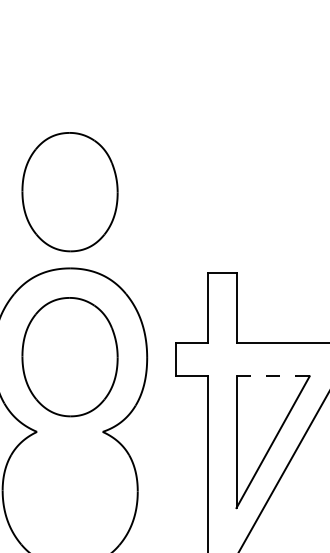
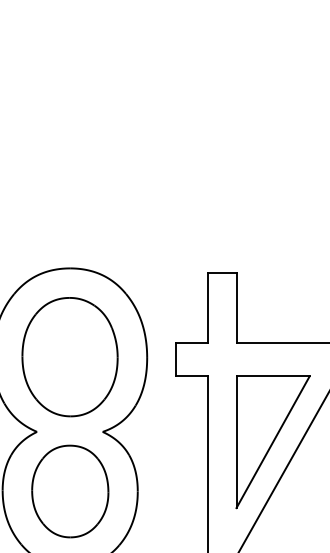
part at (69, 192): present -> none
line at (273, 376): dashed -> solid
part at (70, 491): none -> present
